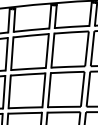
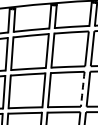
arc at (82, 89): solid -> dashed
